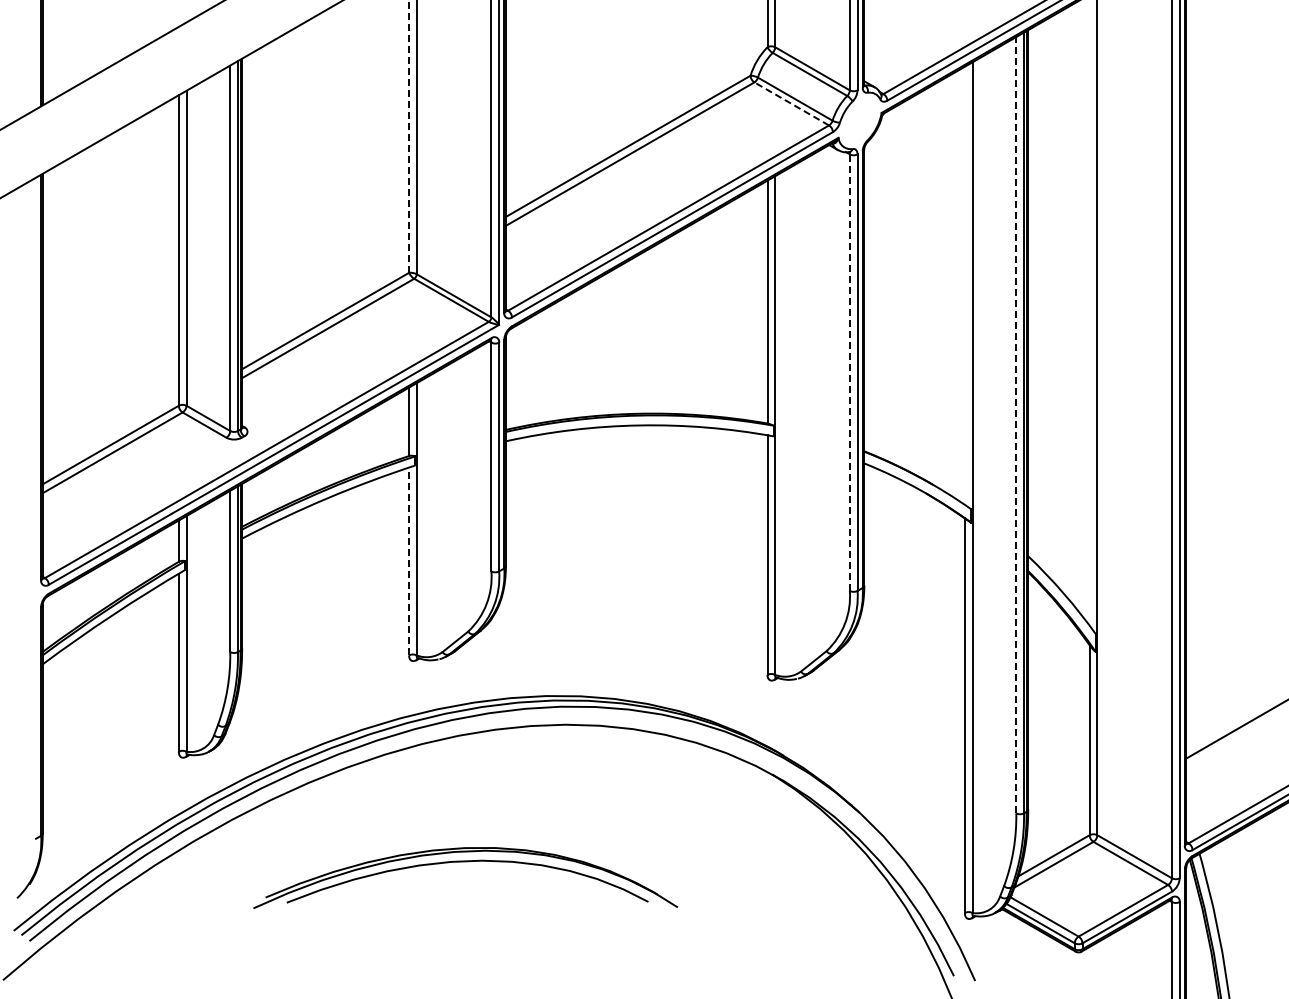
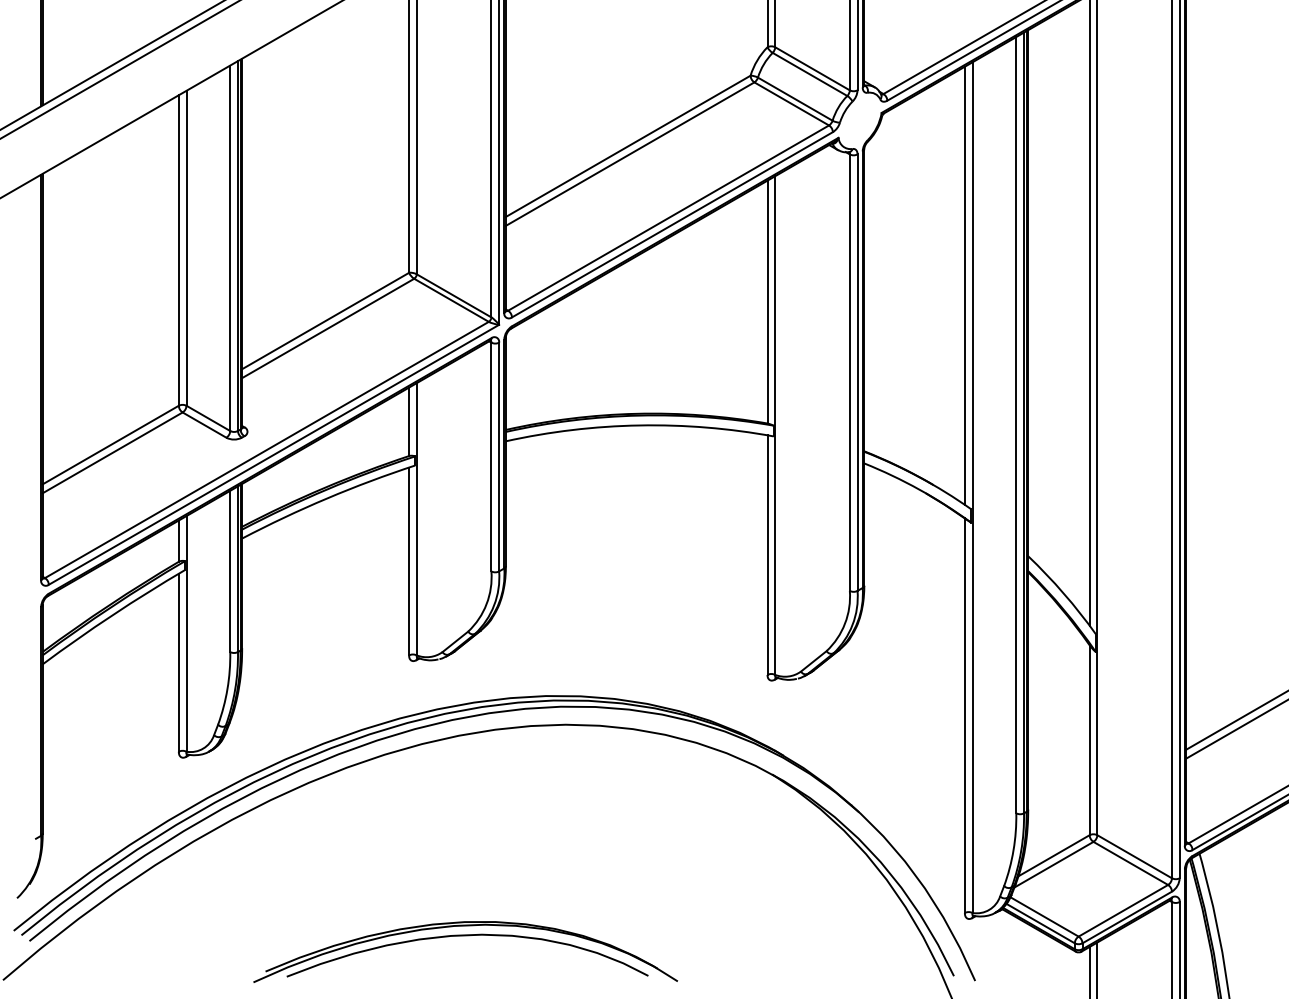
line at (119, 69): none -> present
line at (791, 103): dashed -> solid
line at (409, 136): dashed -> solid
line at (964, 285): none -> present
line at (1089, 313): none -> present
line at (849, 372): dashed -> solid
line at (1016, 424): dashed -> solid
line at (409, 561): dashed -> solid
line at (1235, 720): none -> present
part at (465, 862) position: (465, 862) -> (465, 936)
line at (1097, 968): none -> present
line at (1089, 970): none -> present
